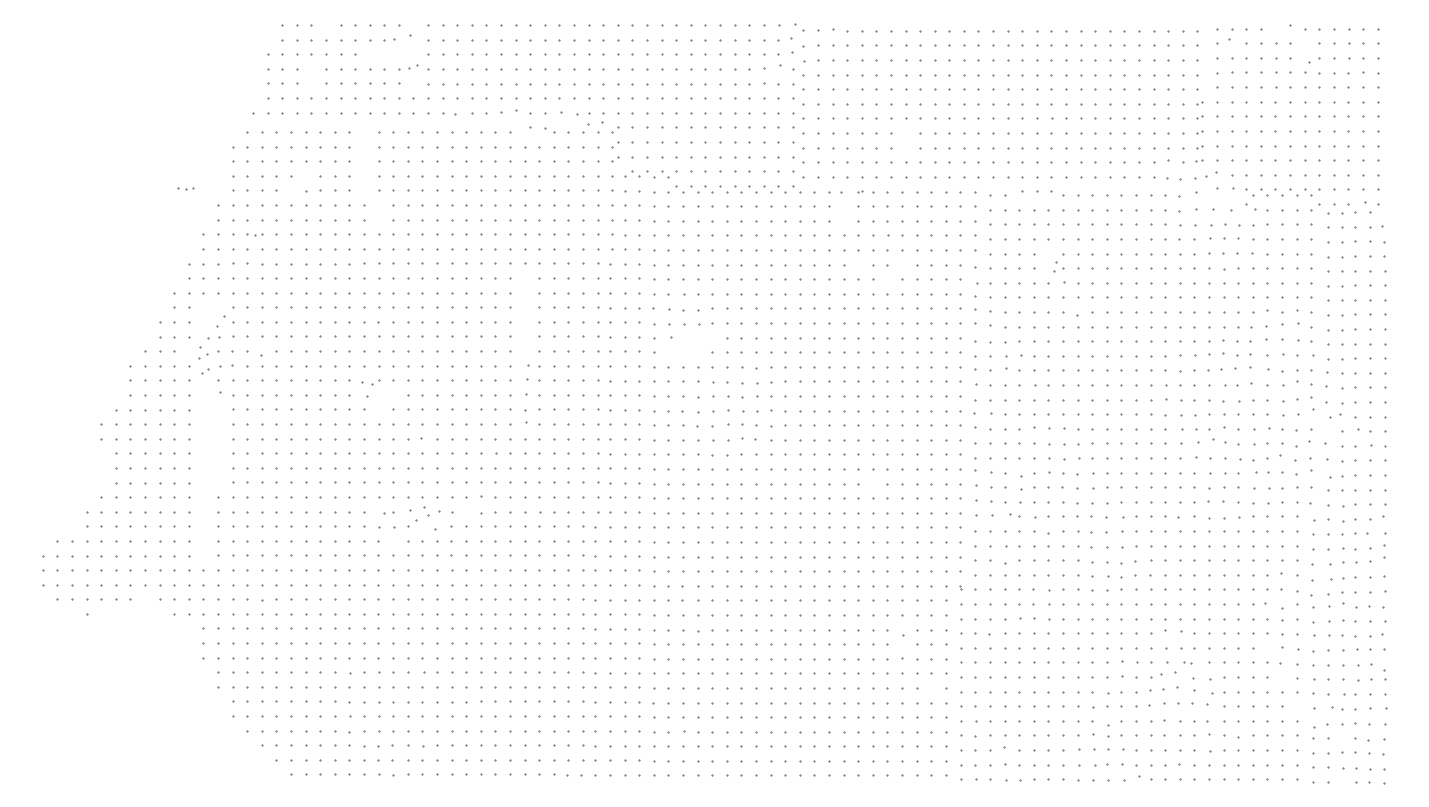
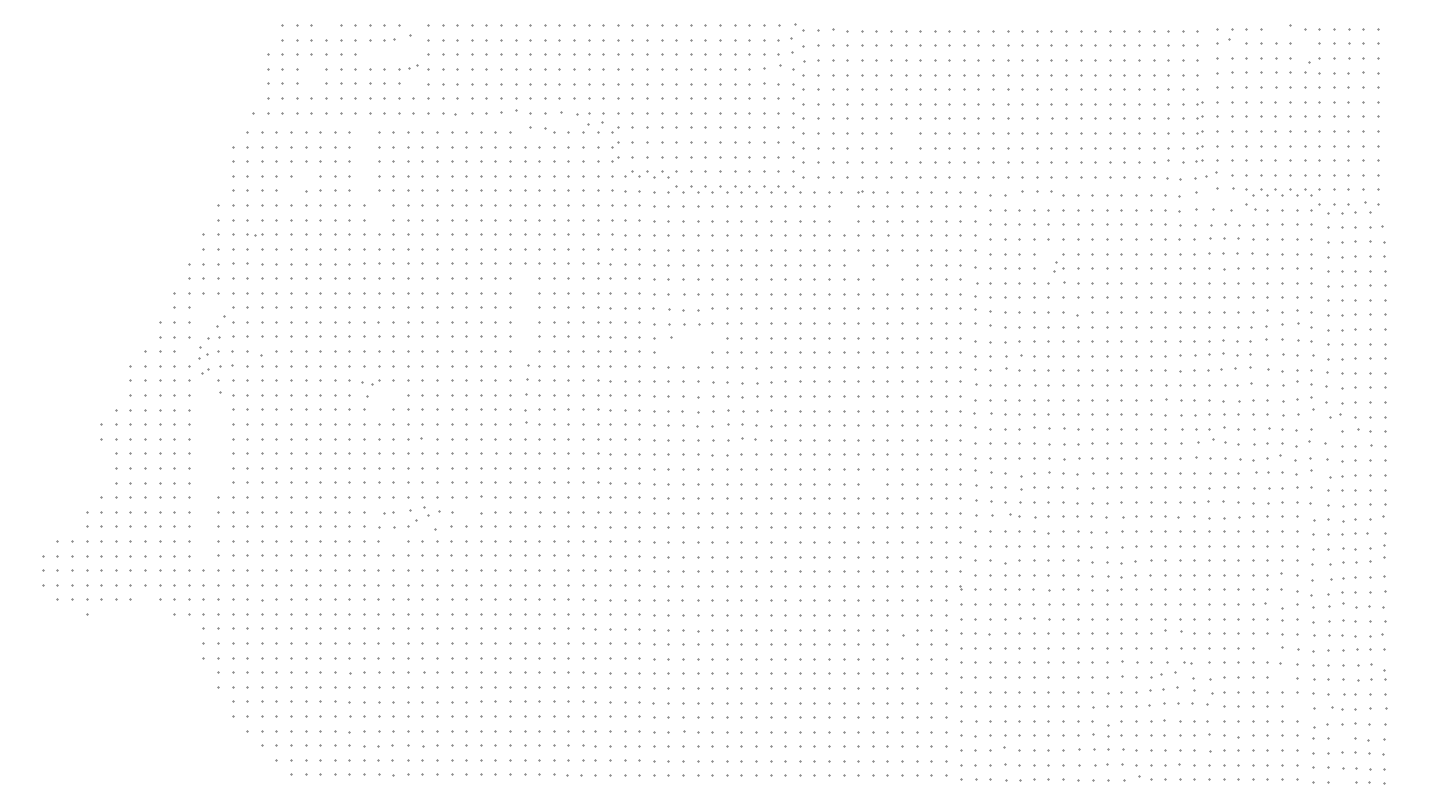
part at (185, 188): present -> none
